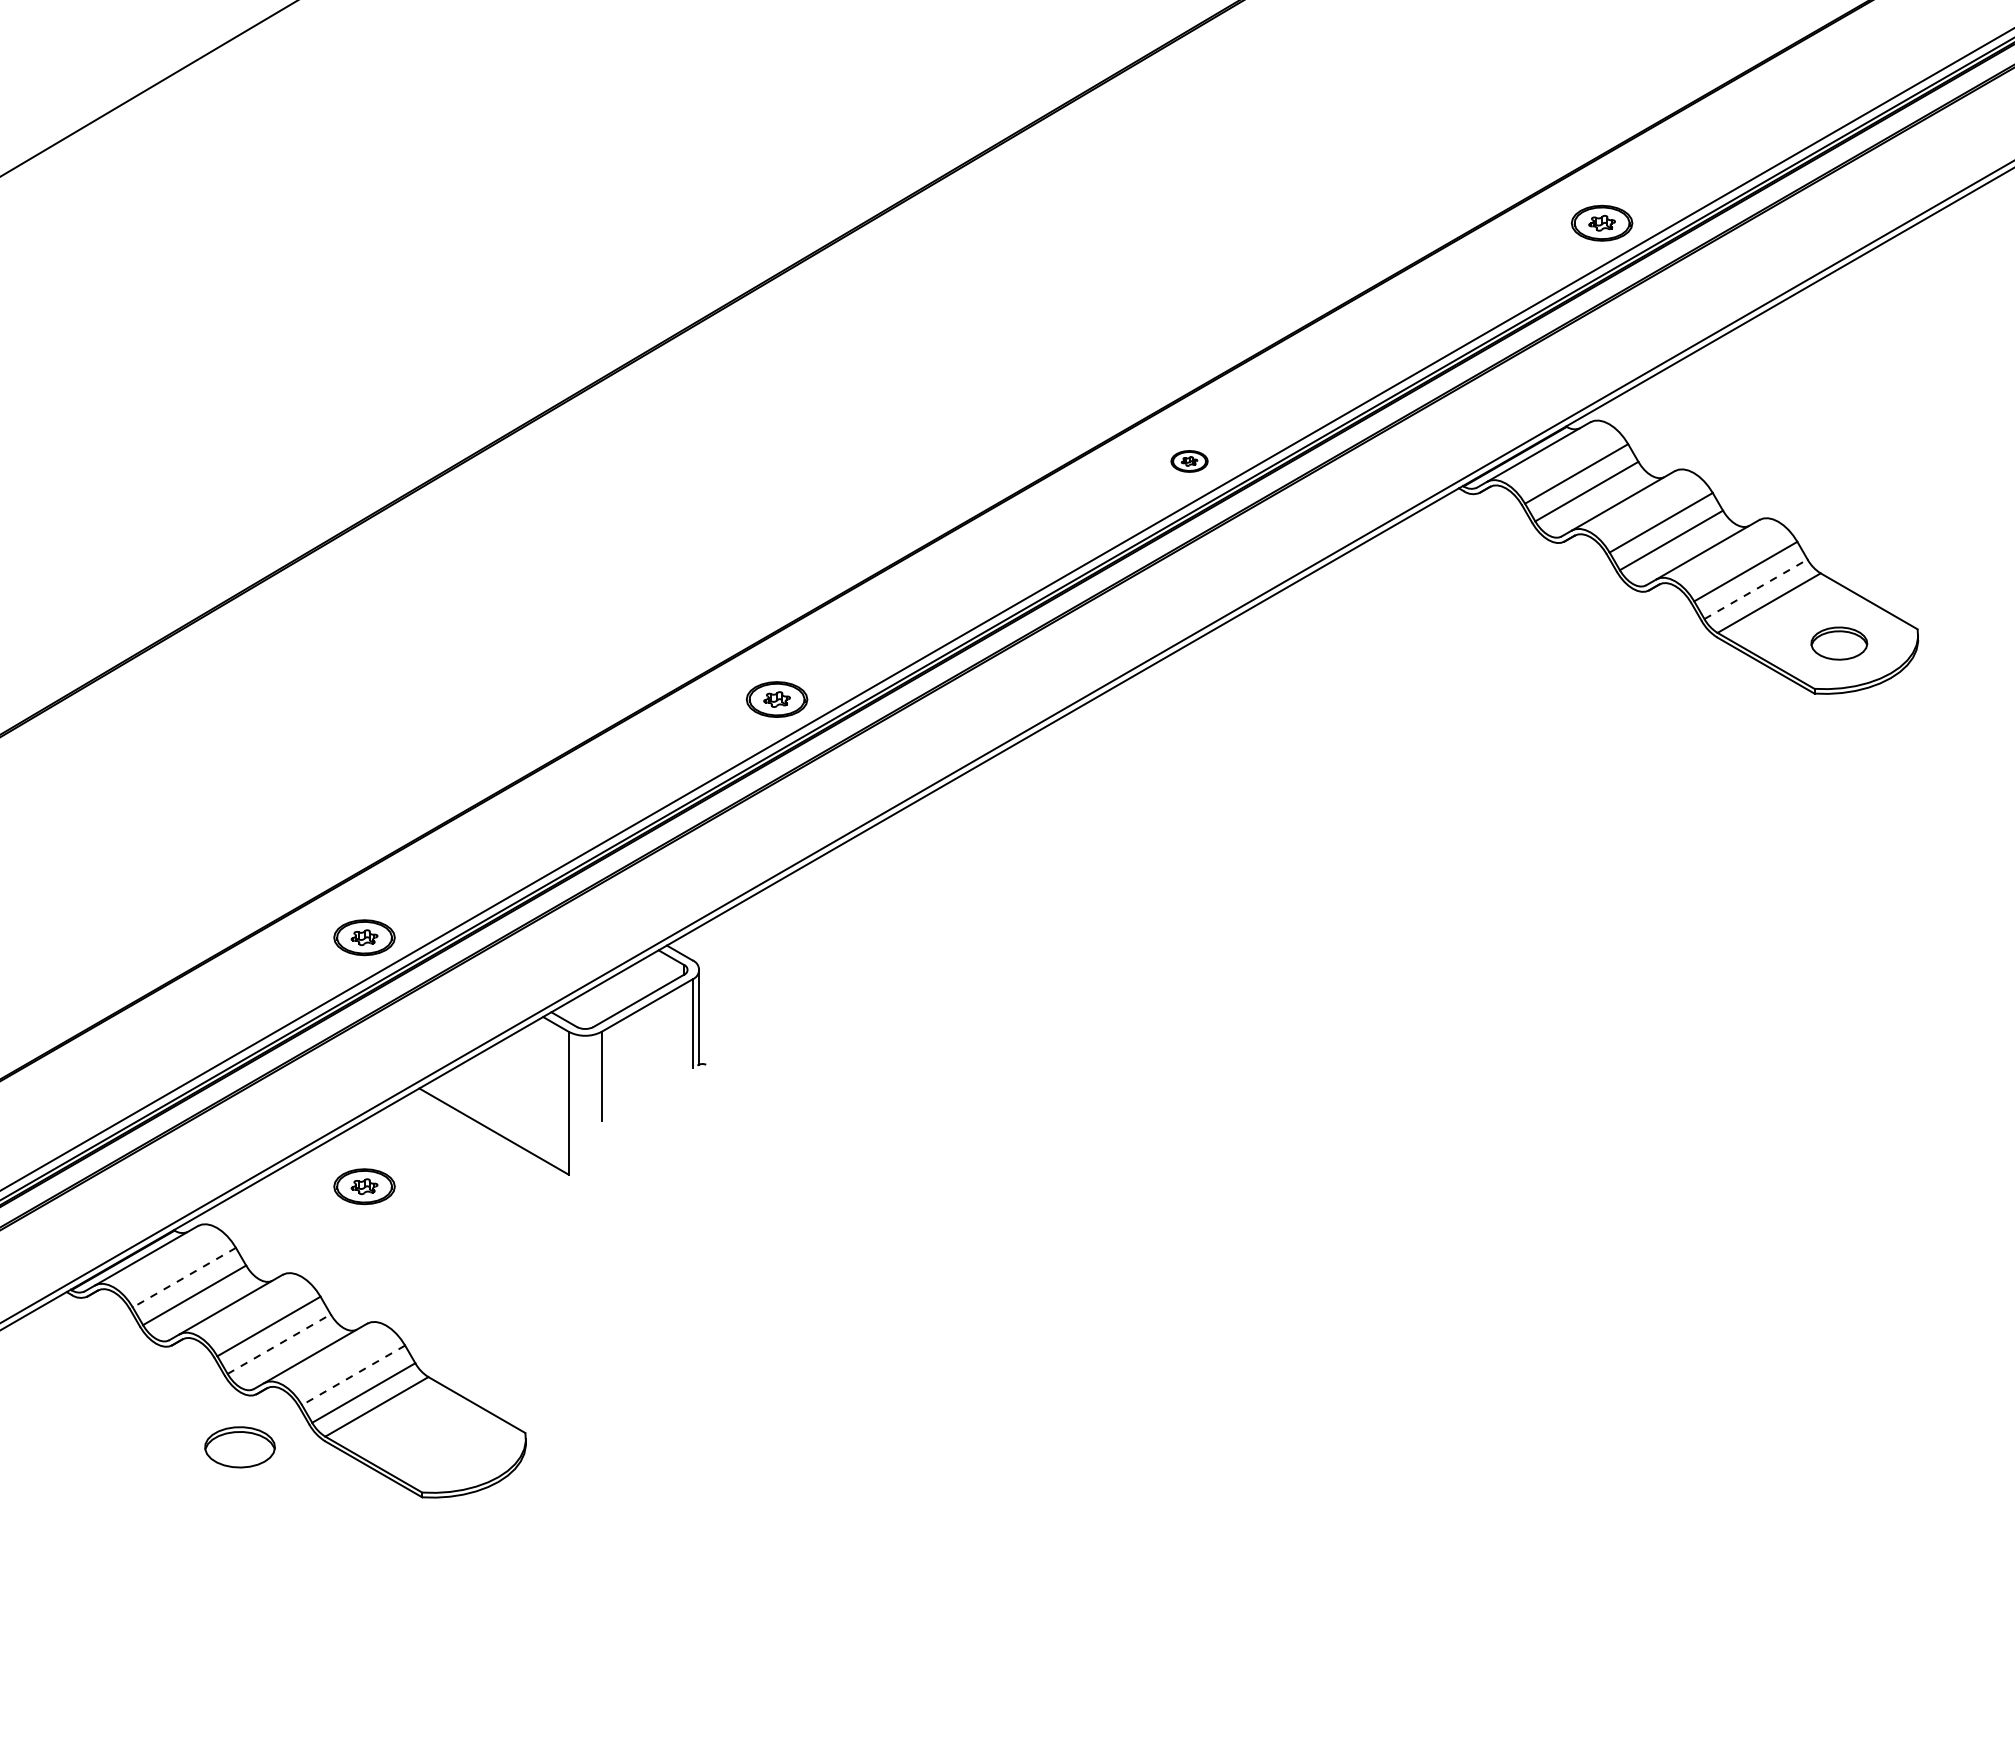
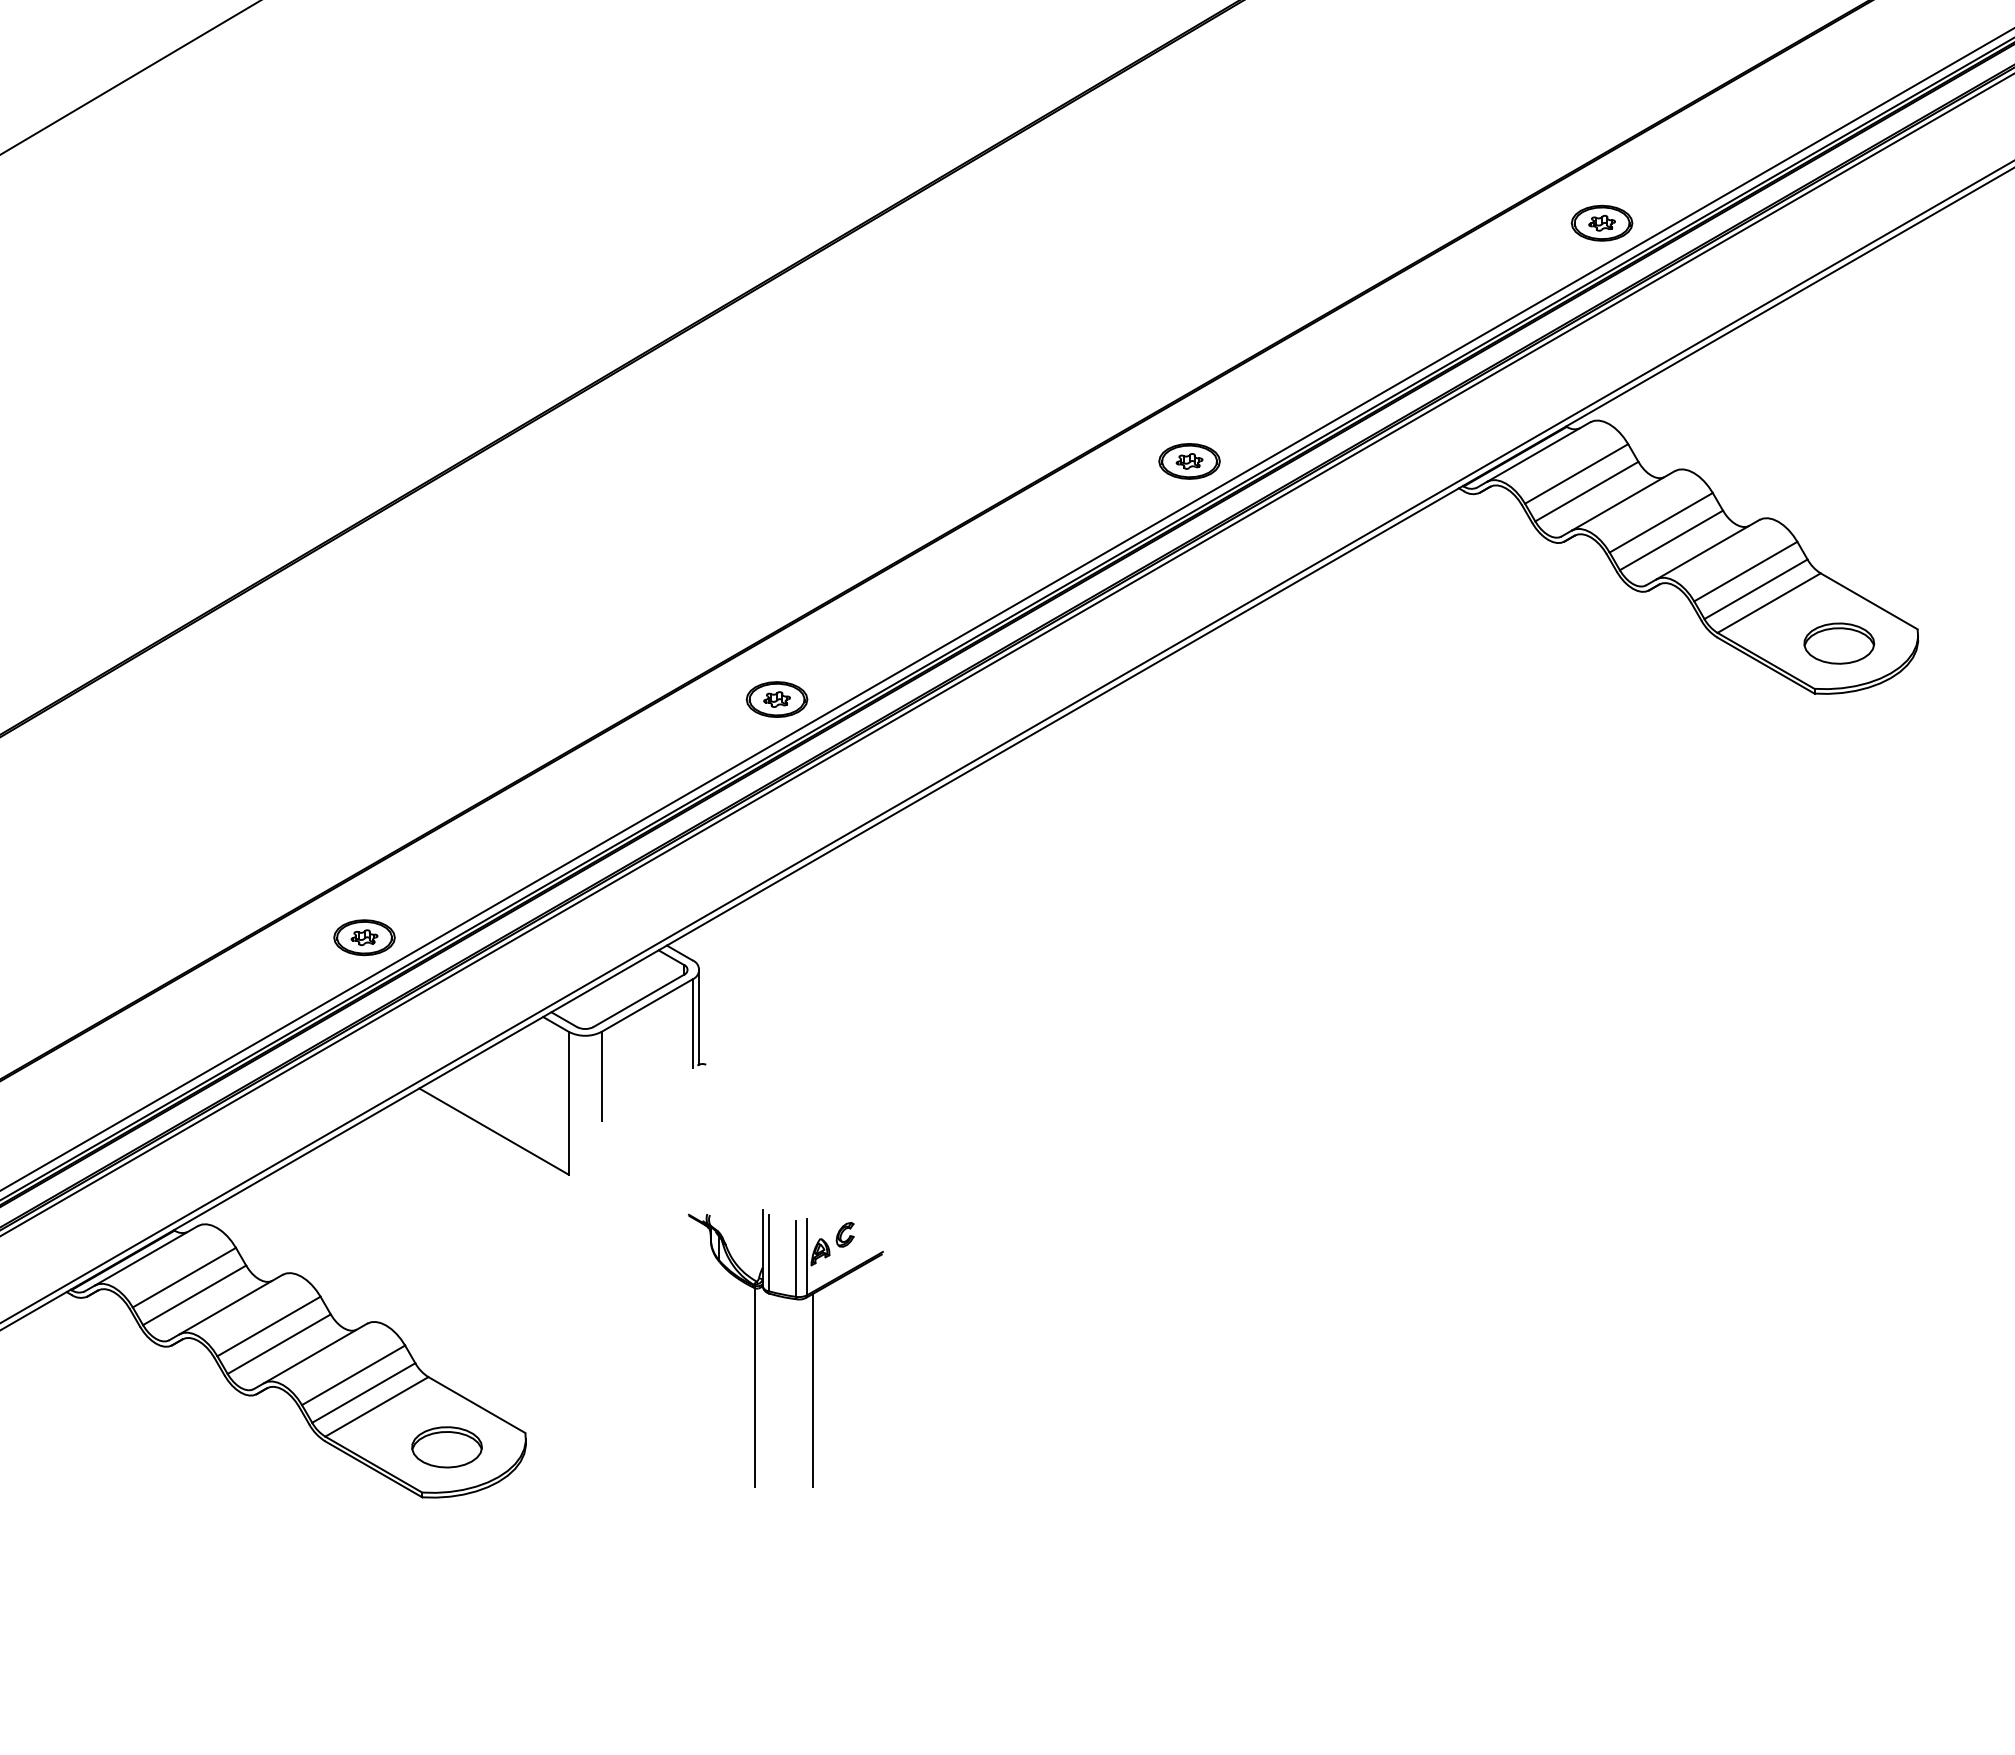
line at (148, 88) position: (148, 88) -> (129, 77)
part at (1189, 461) size: 39x23 px -> 63x37 px
line at (1756, 589): dashed -> solid
part at (1839, 643) size: 59x35 px -> 73x43 px
line at (1006, 655): none -> present
part at (364, 1186): present -> none
line at (184, 1277): dashed -> solid
line at (279, 1344): dashed -> solid
part at (812, 1348): none -> present
line at (353, 1375): dashed -> solid
part at (239, 1447) position: (239, 1447) -> (446, 1447)
